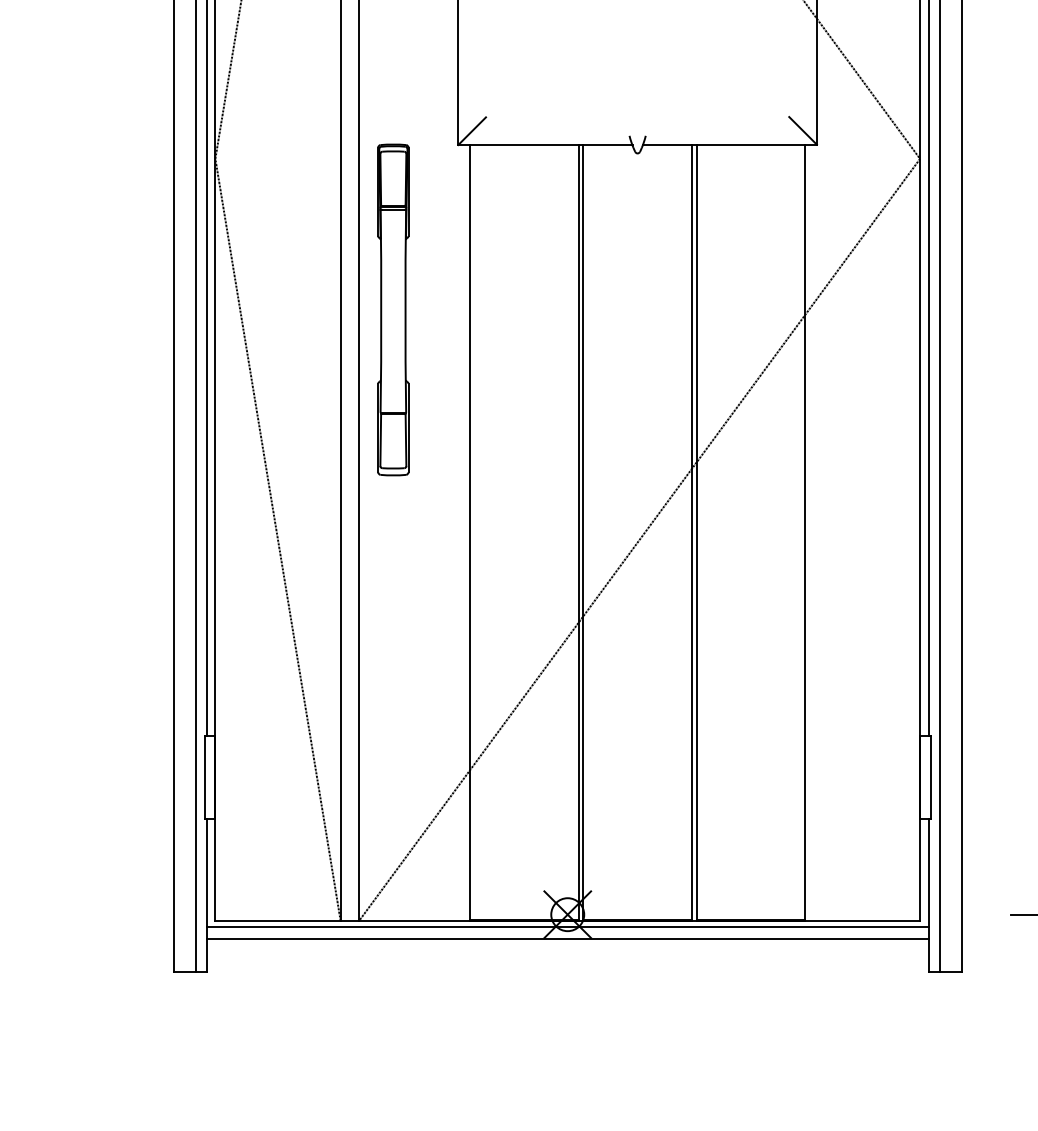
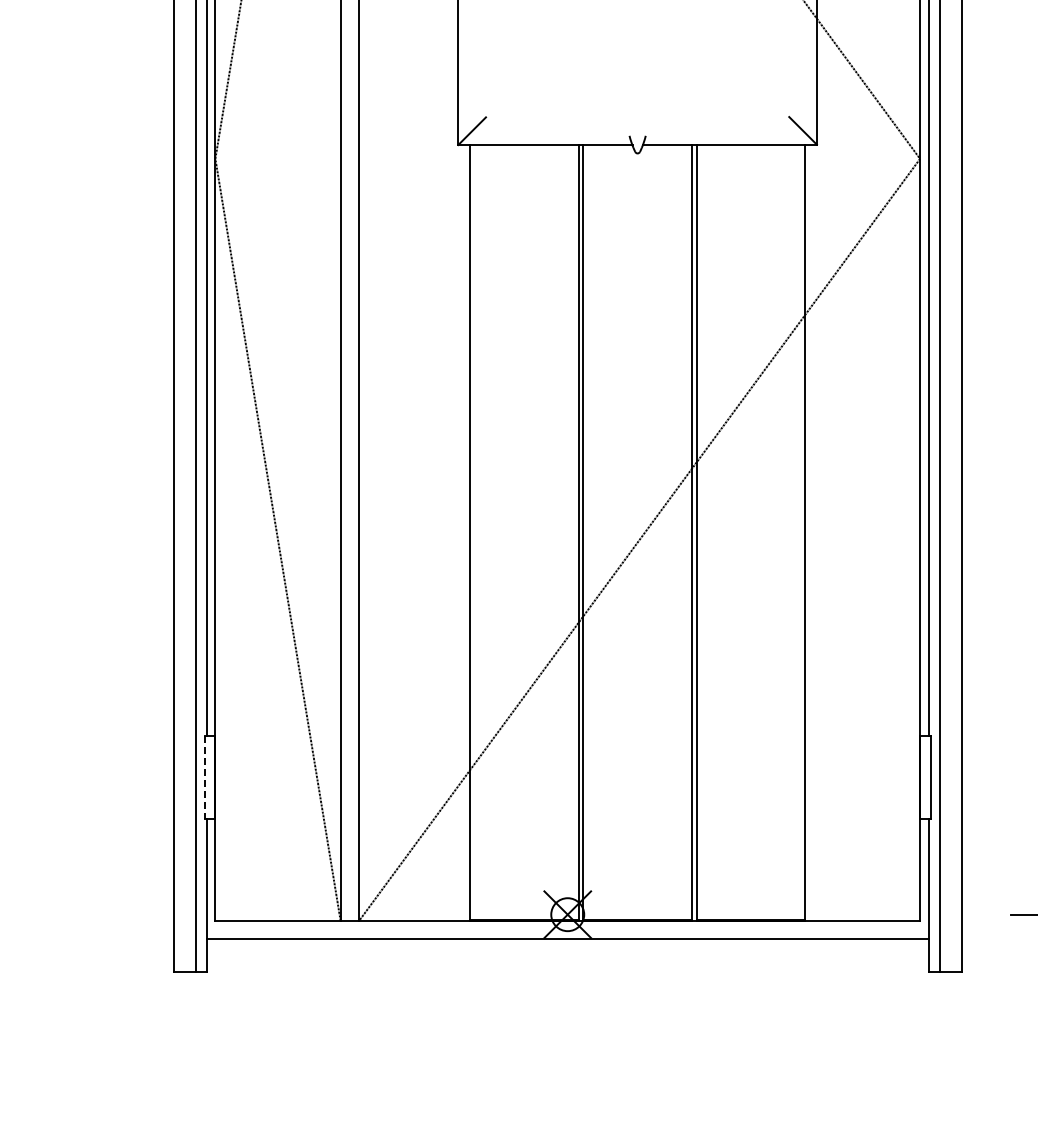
part at (393, 309): present -> none
line at (204, 777): solid -> dashed
line at (567, 926): present -> none
